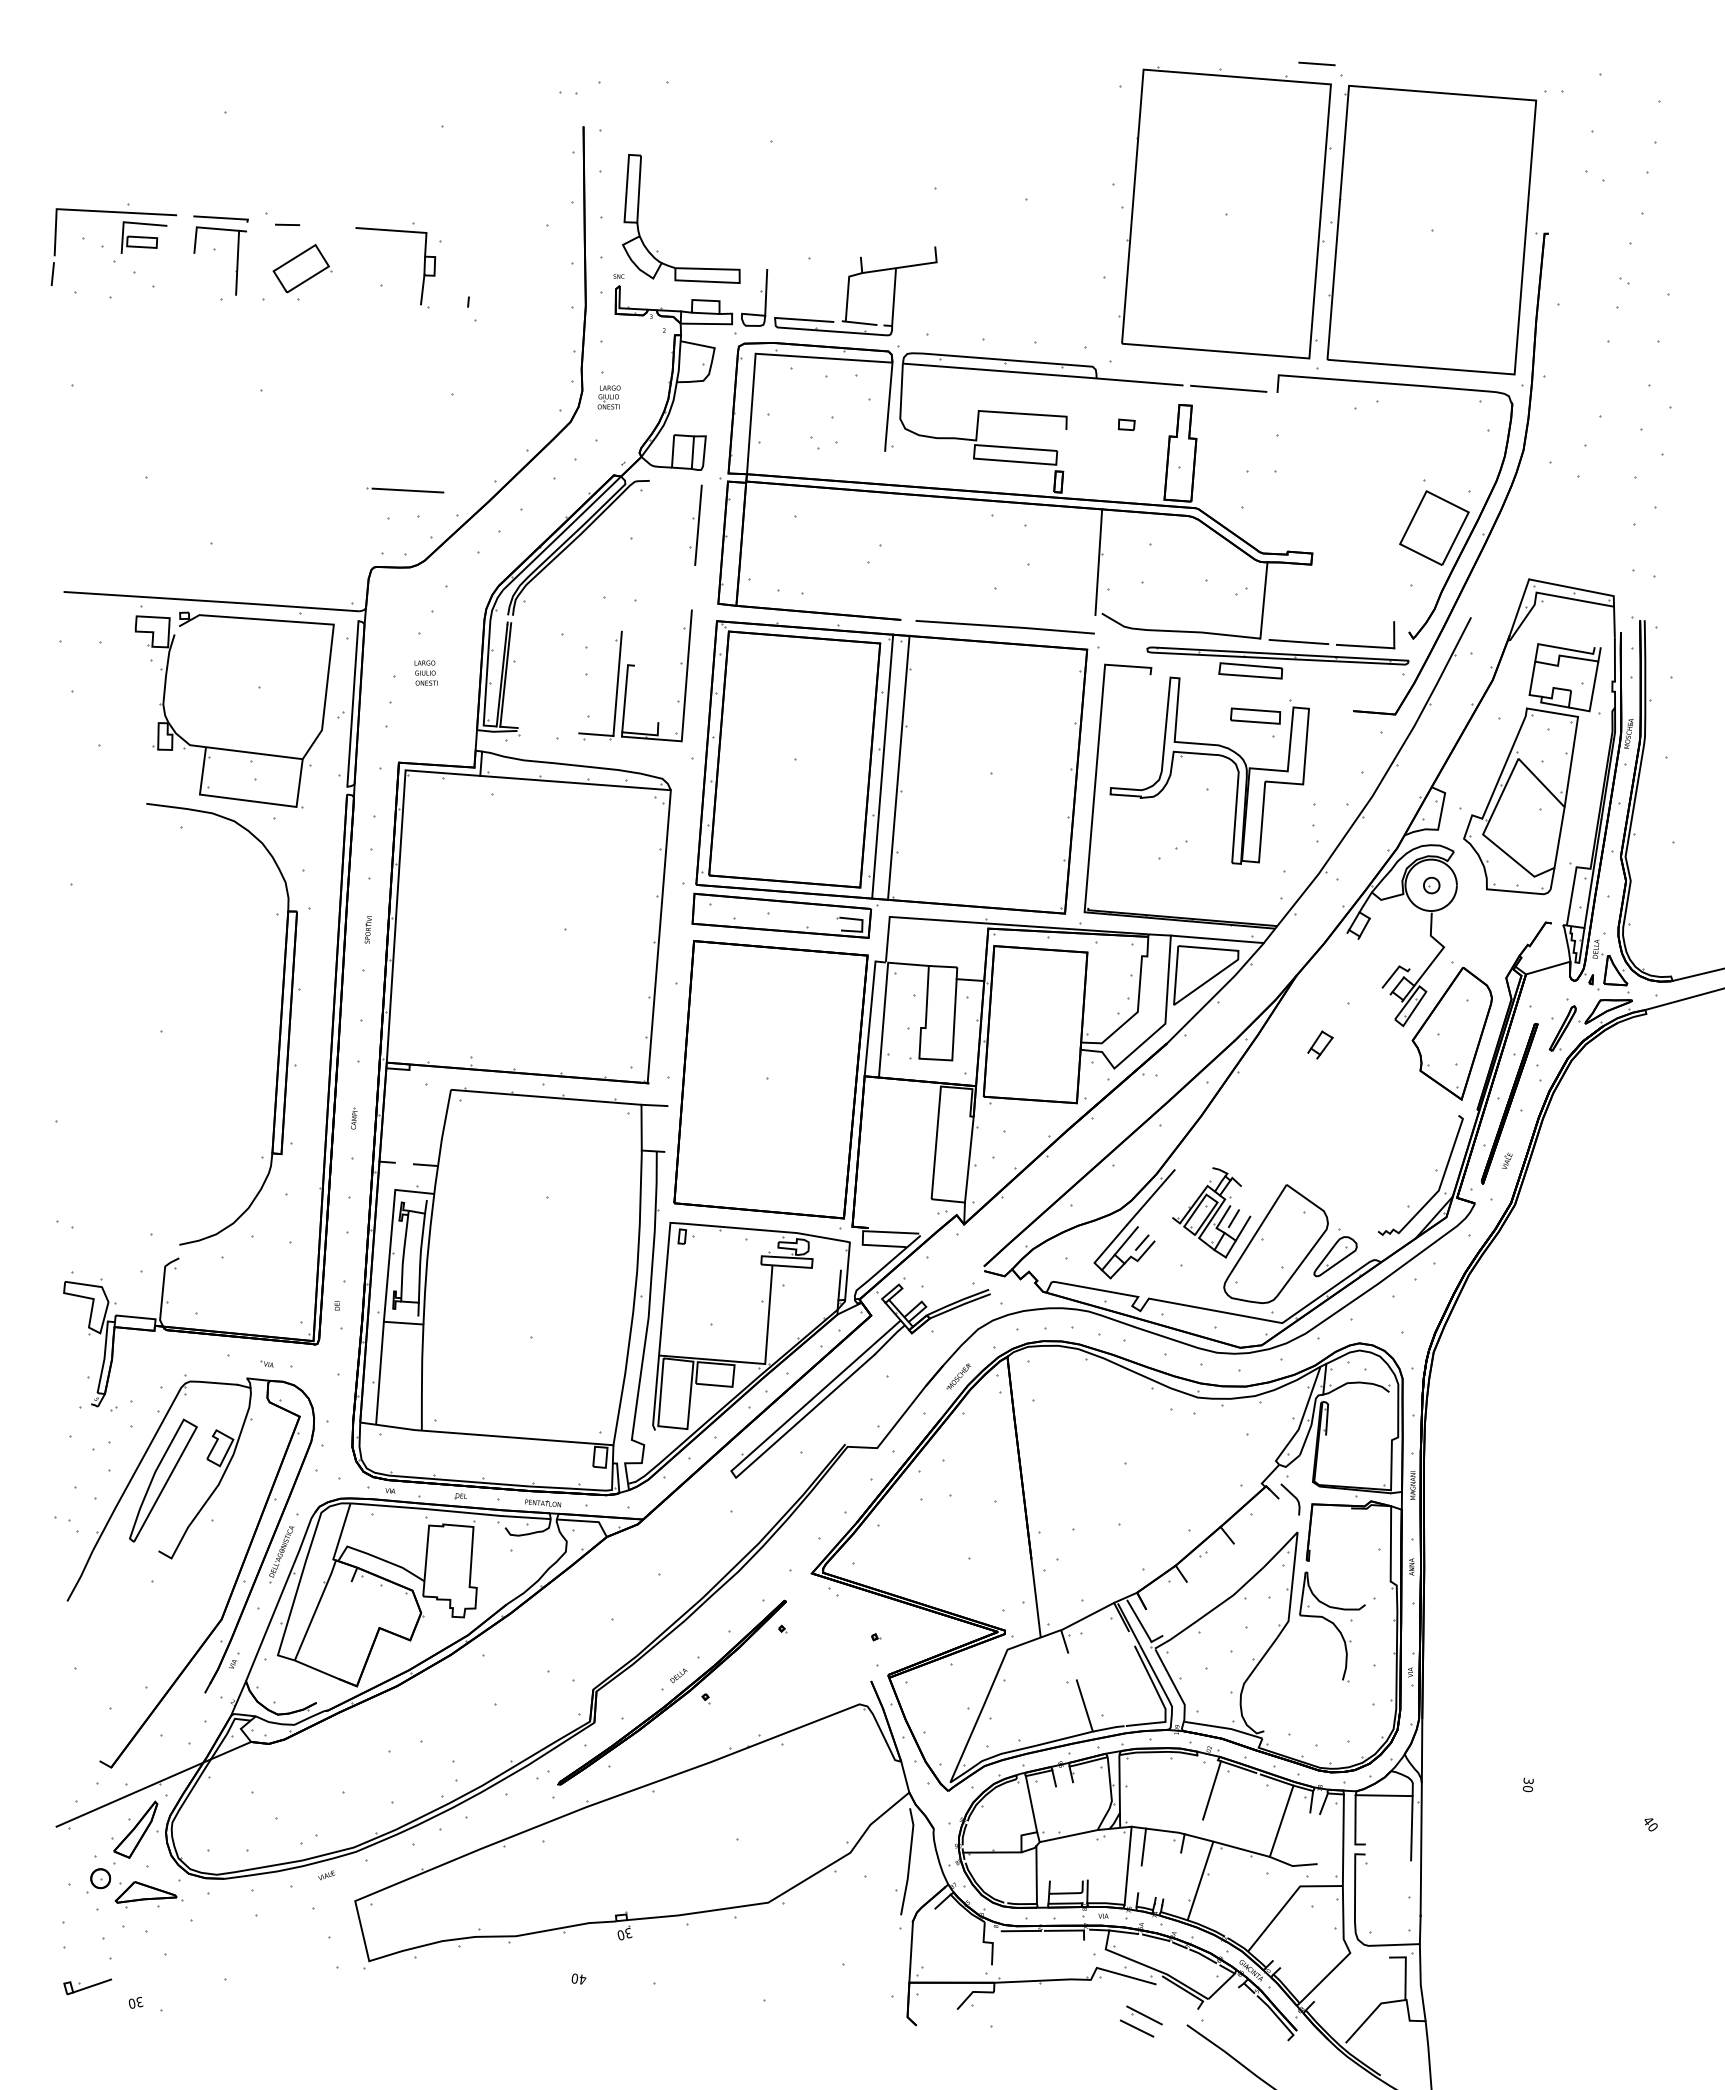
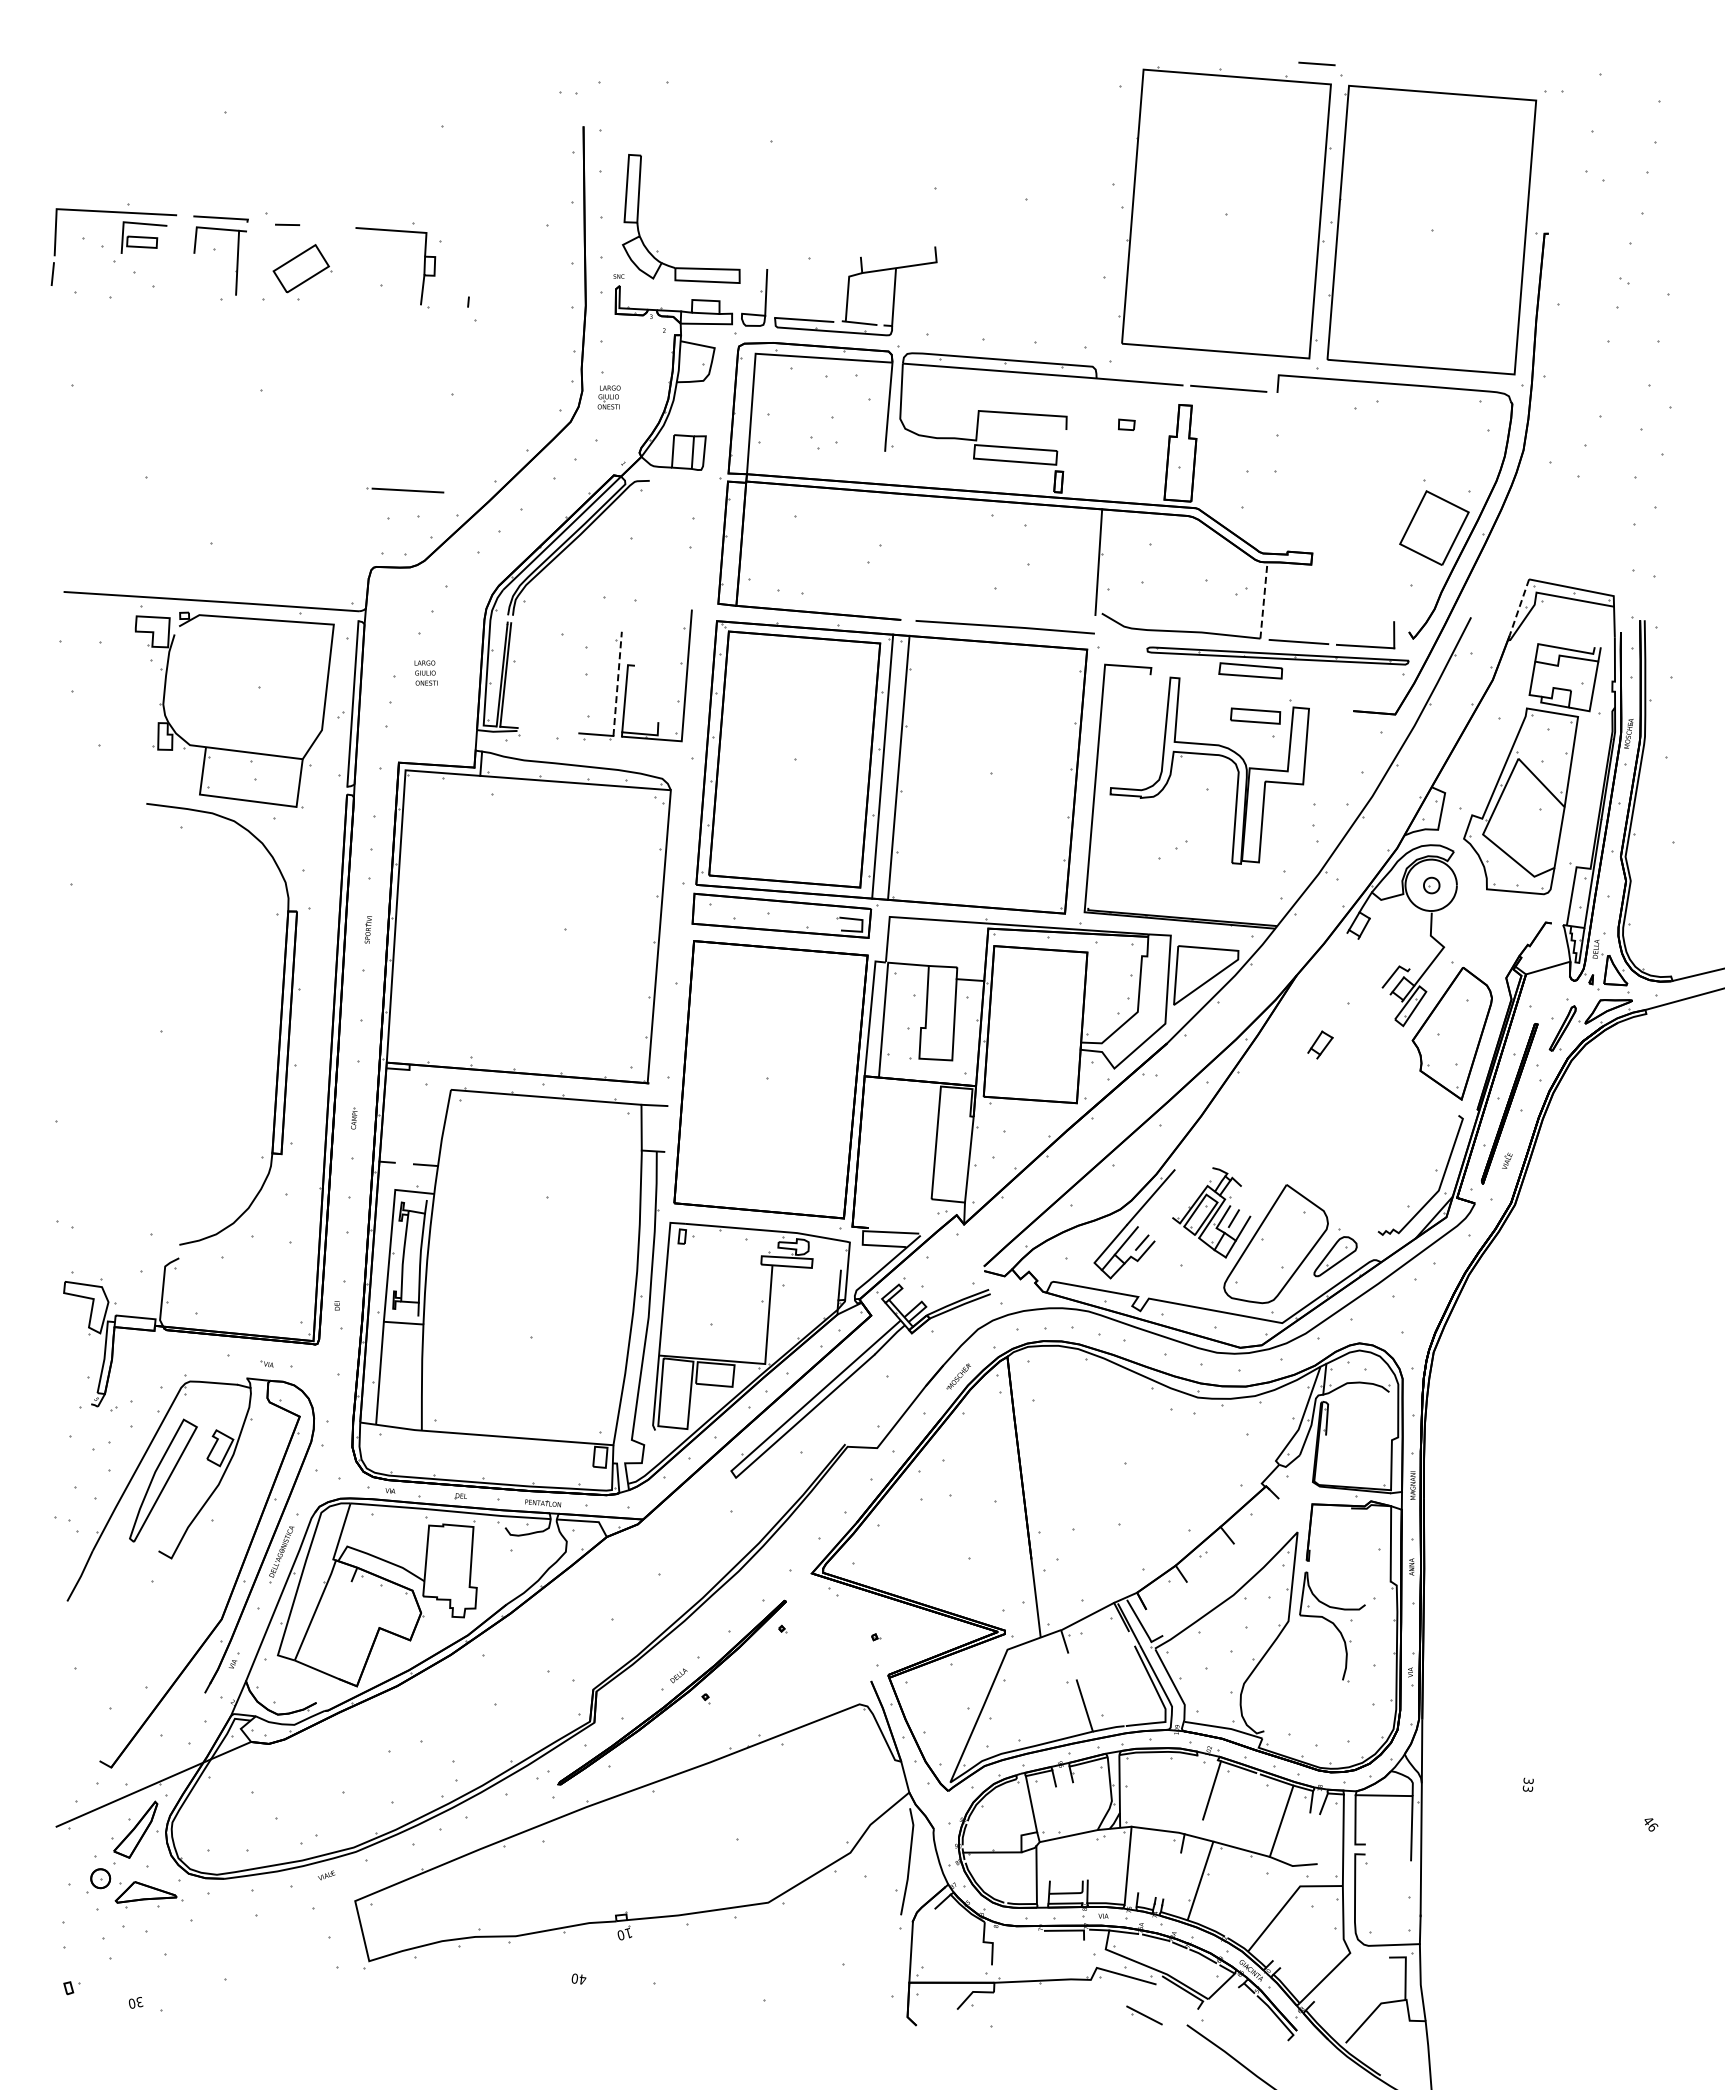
line at (698, 525): present -> none
line at (1264, 599): solid -> dashed
line at (1519, 607): solid -> dashed
line at (617, 683): solid -> dashed
line at (1216, 939): present -> none
line at (1292, 1496): present -> none
text at (1528, 1788): 30 -> 33
text at (1654, 1827): 40 -> 46
line at (1143, 1846): present -> none
line at (1020, 1930): present -> none
text at (628, 1933): 30 -> 10
line at (92, 1985): present -> none
line at (1136, 2028): present -> none
